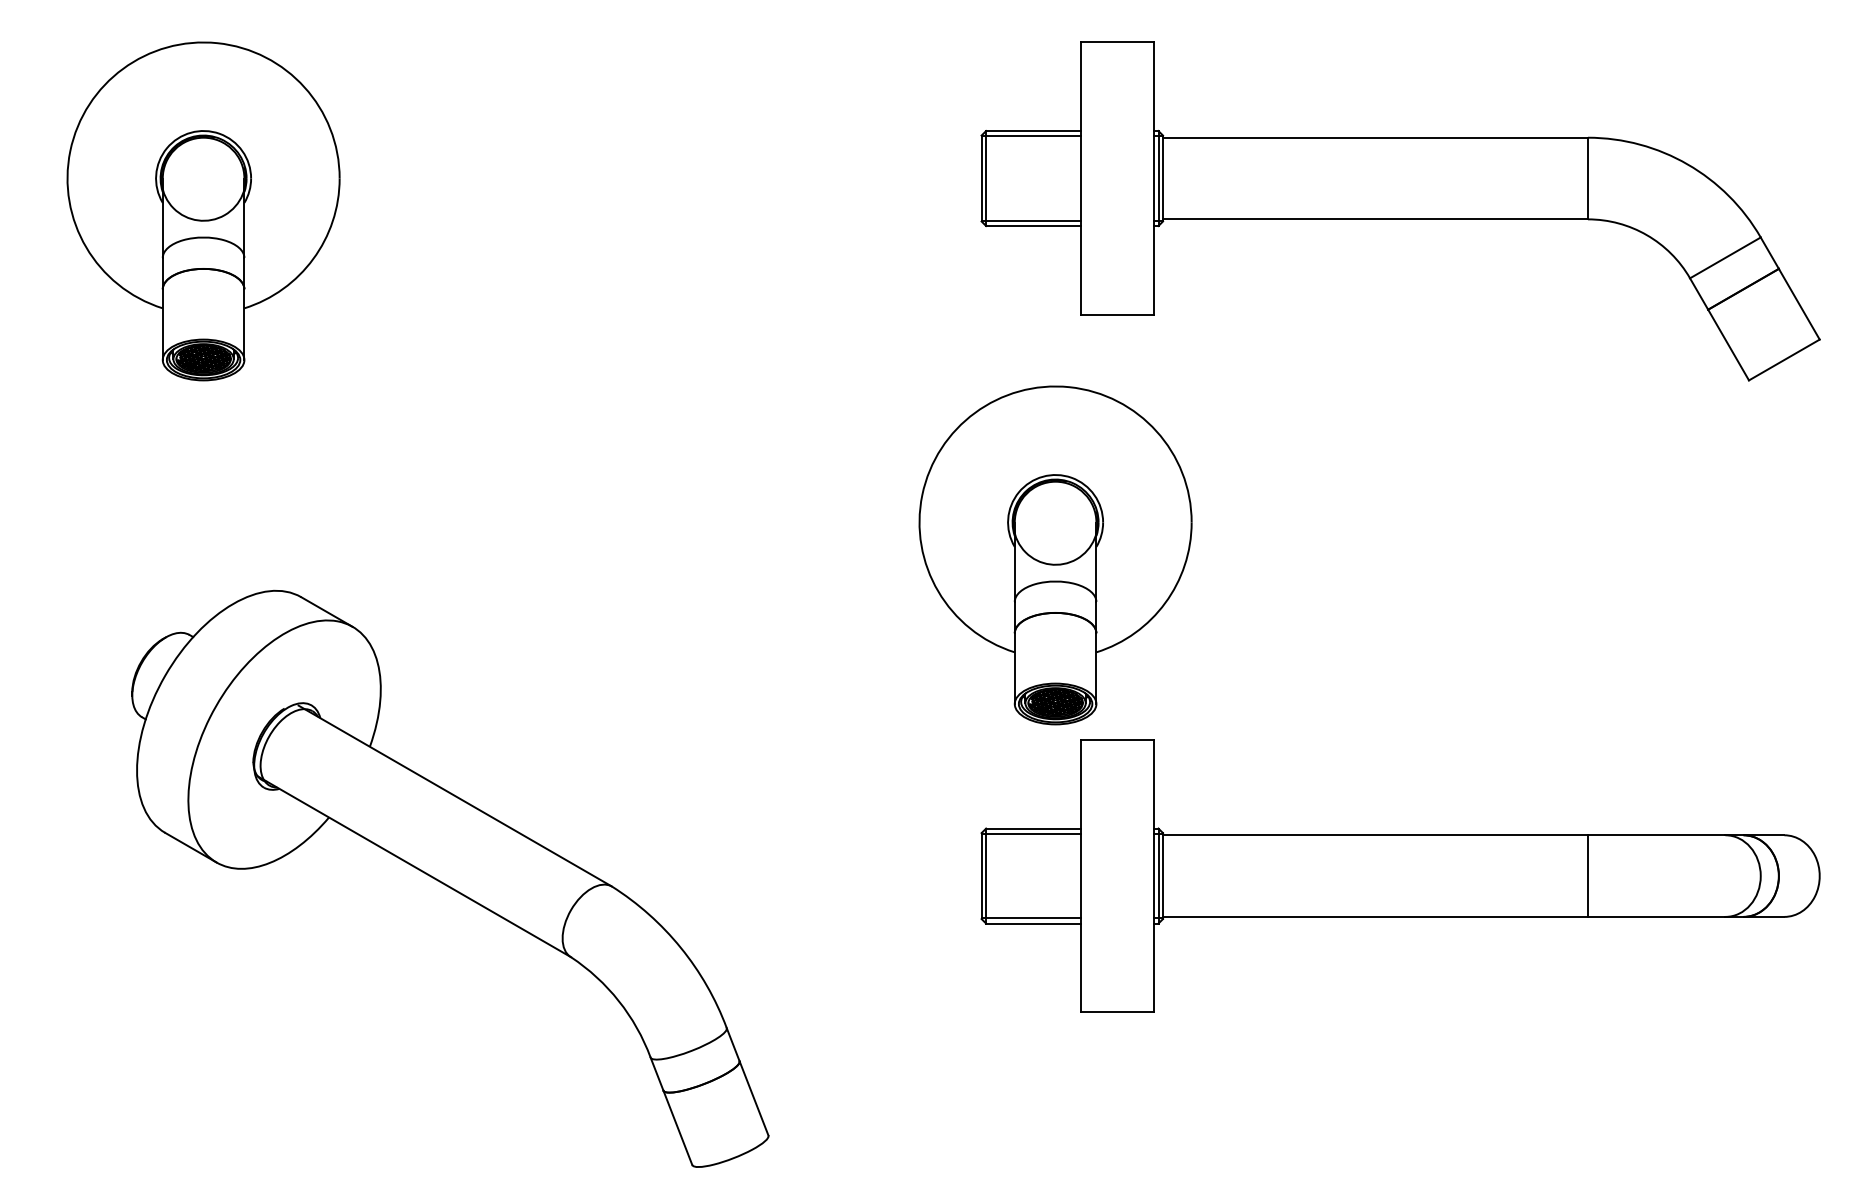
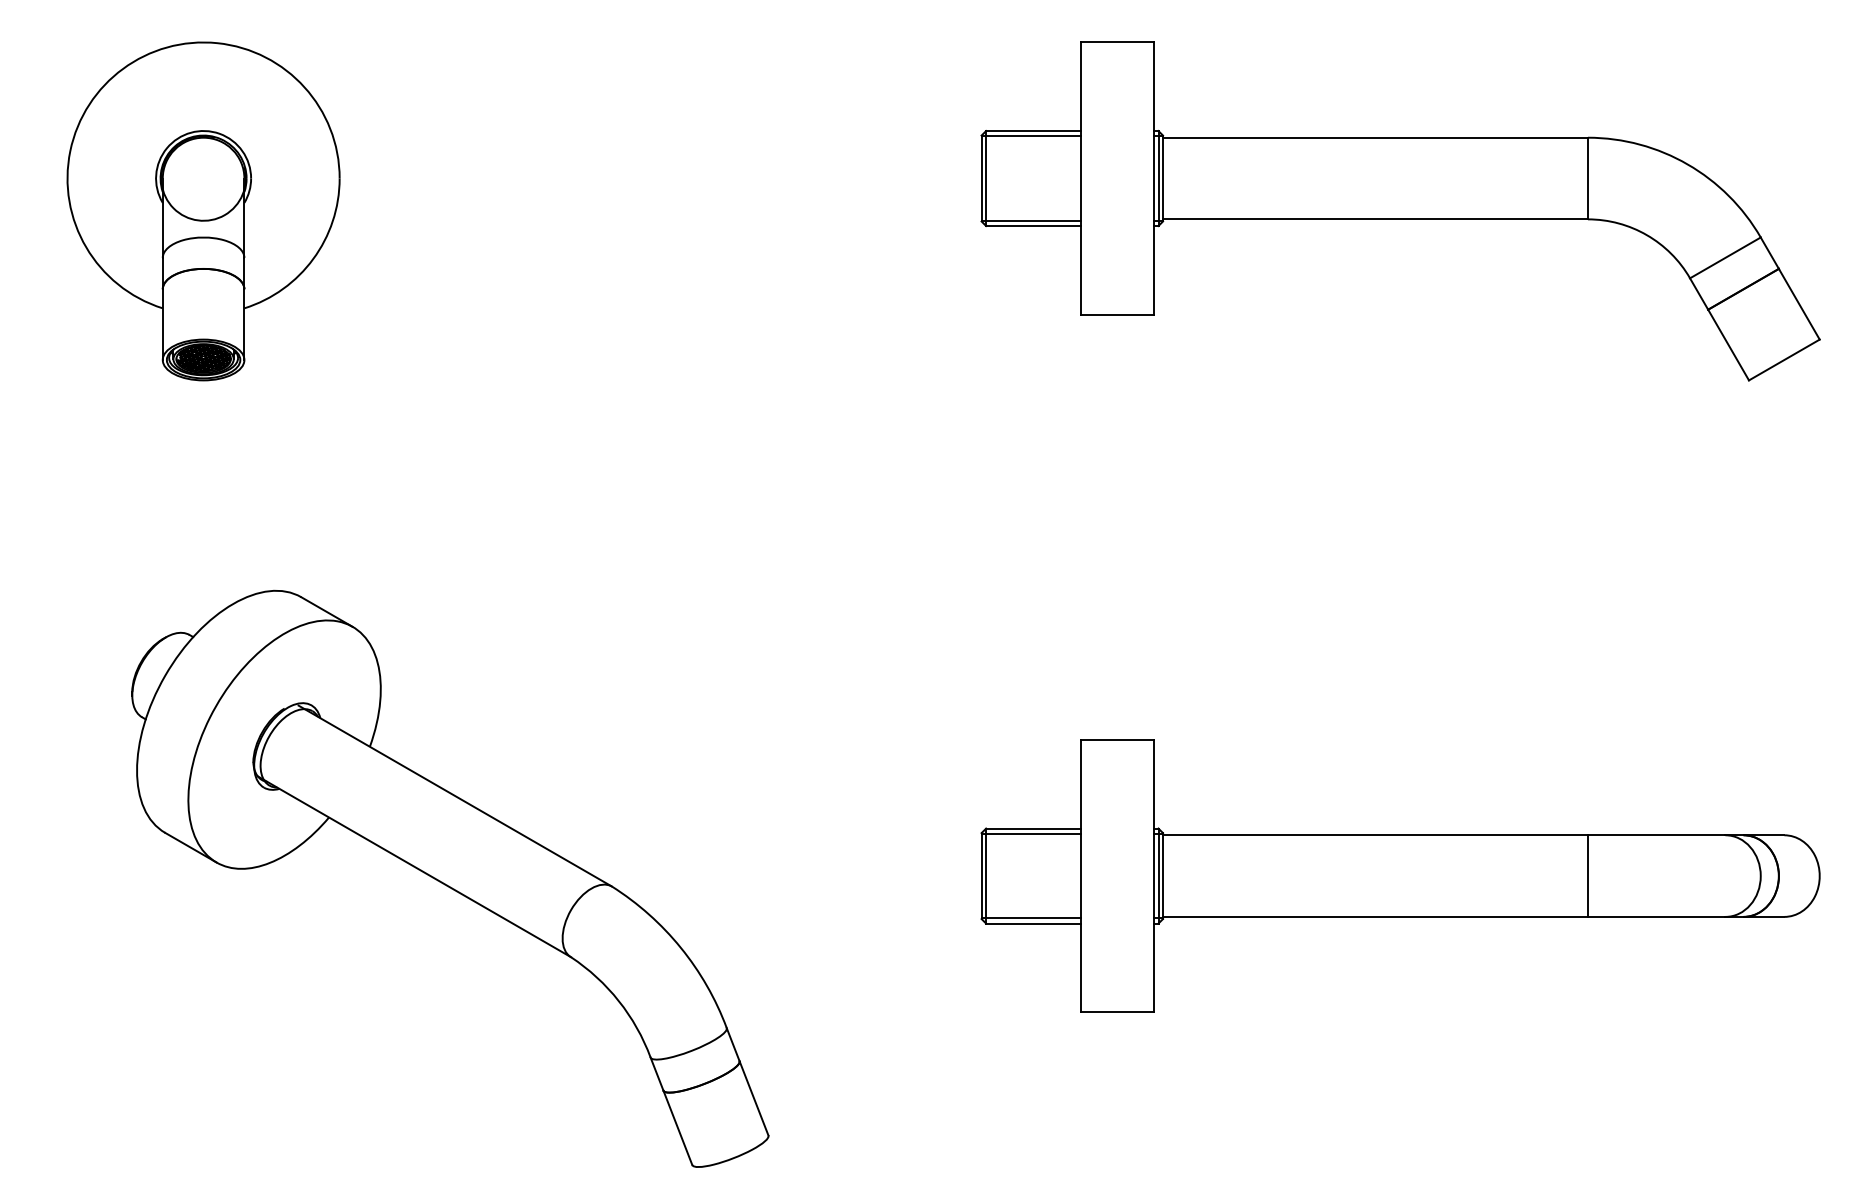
part at (1055, 555): present -> none
